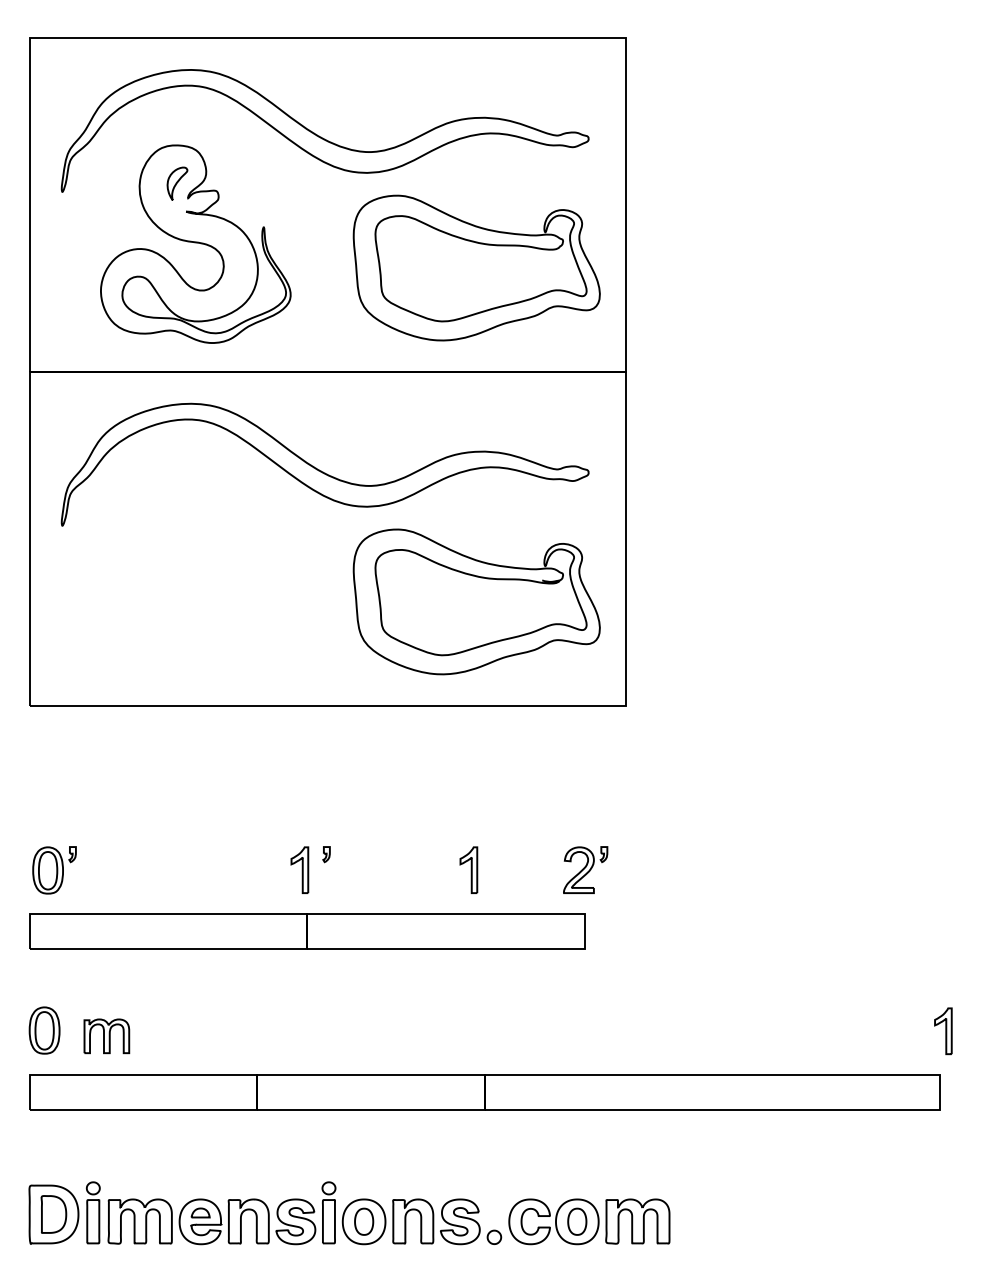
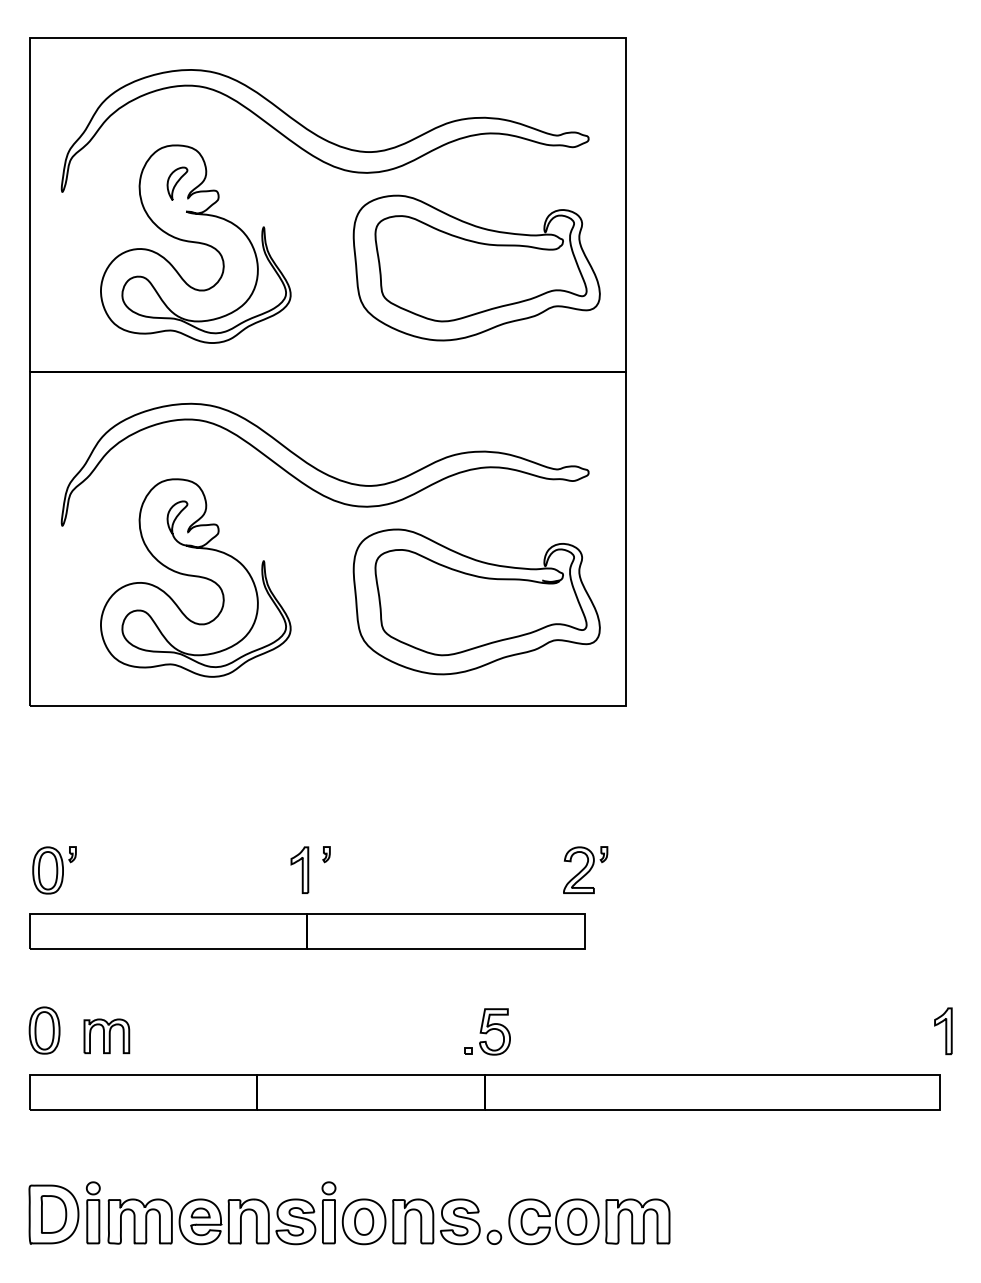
curve at (195, 577): none -> present
part at (468, 869): present -> none
part at (487, 1031): none -> present
